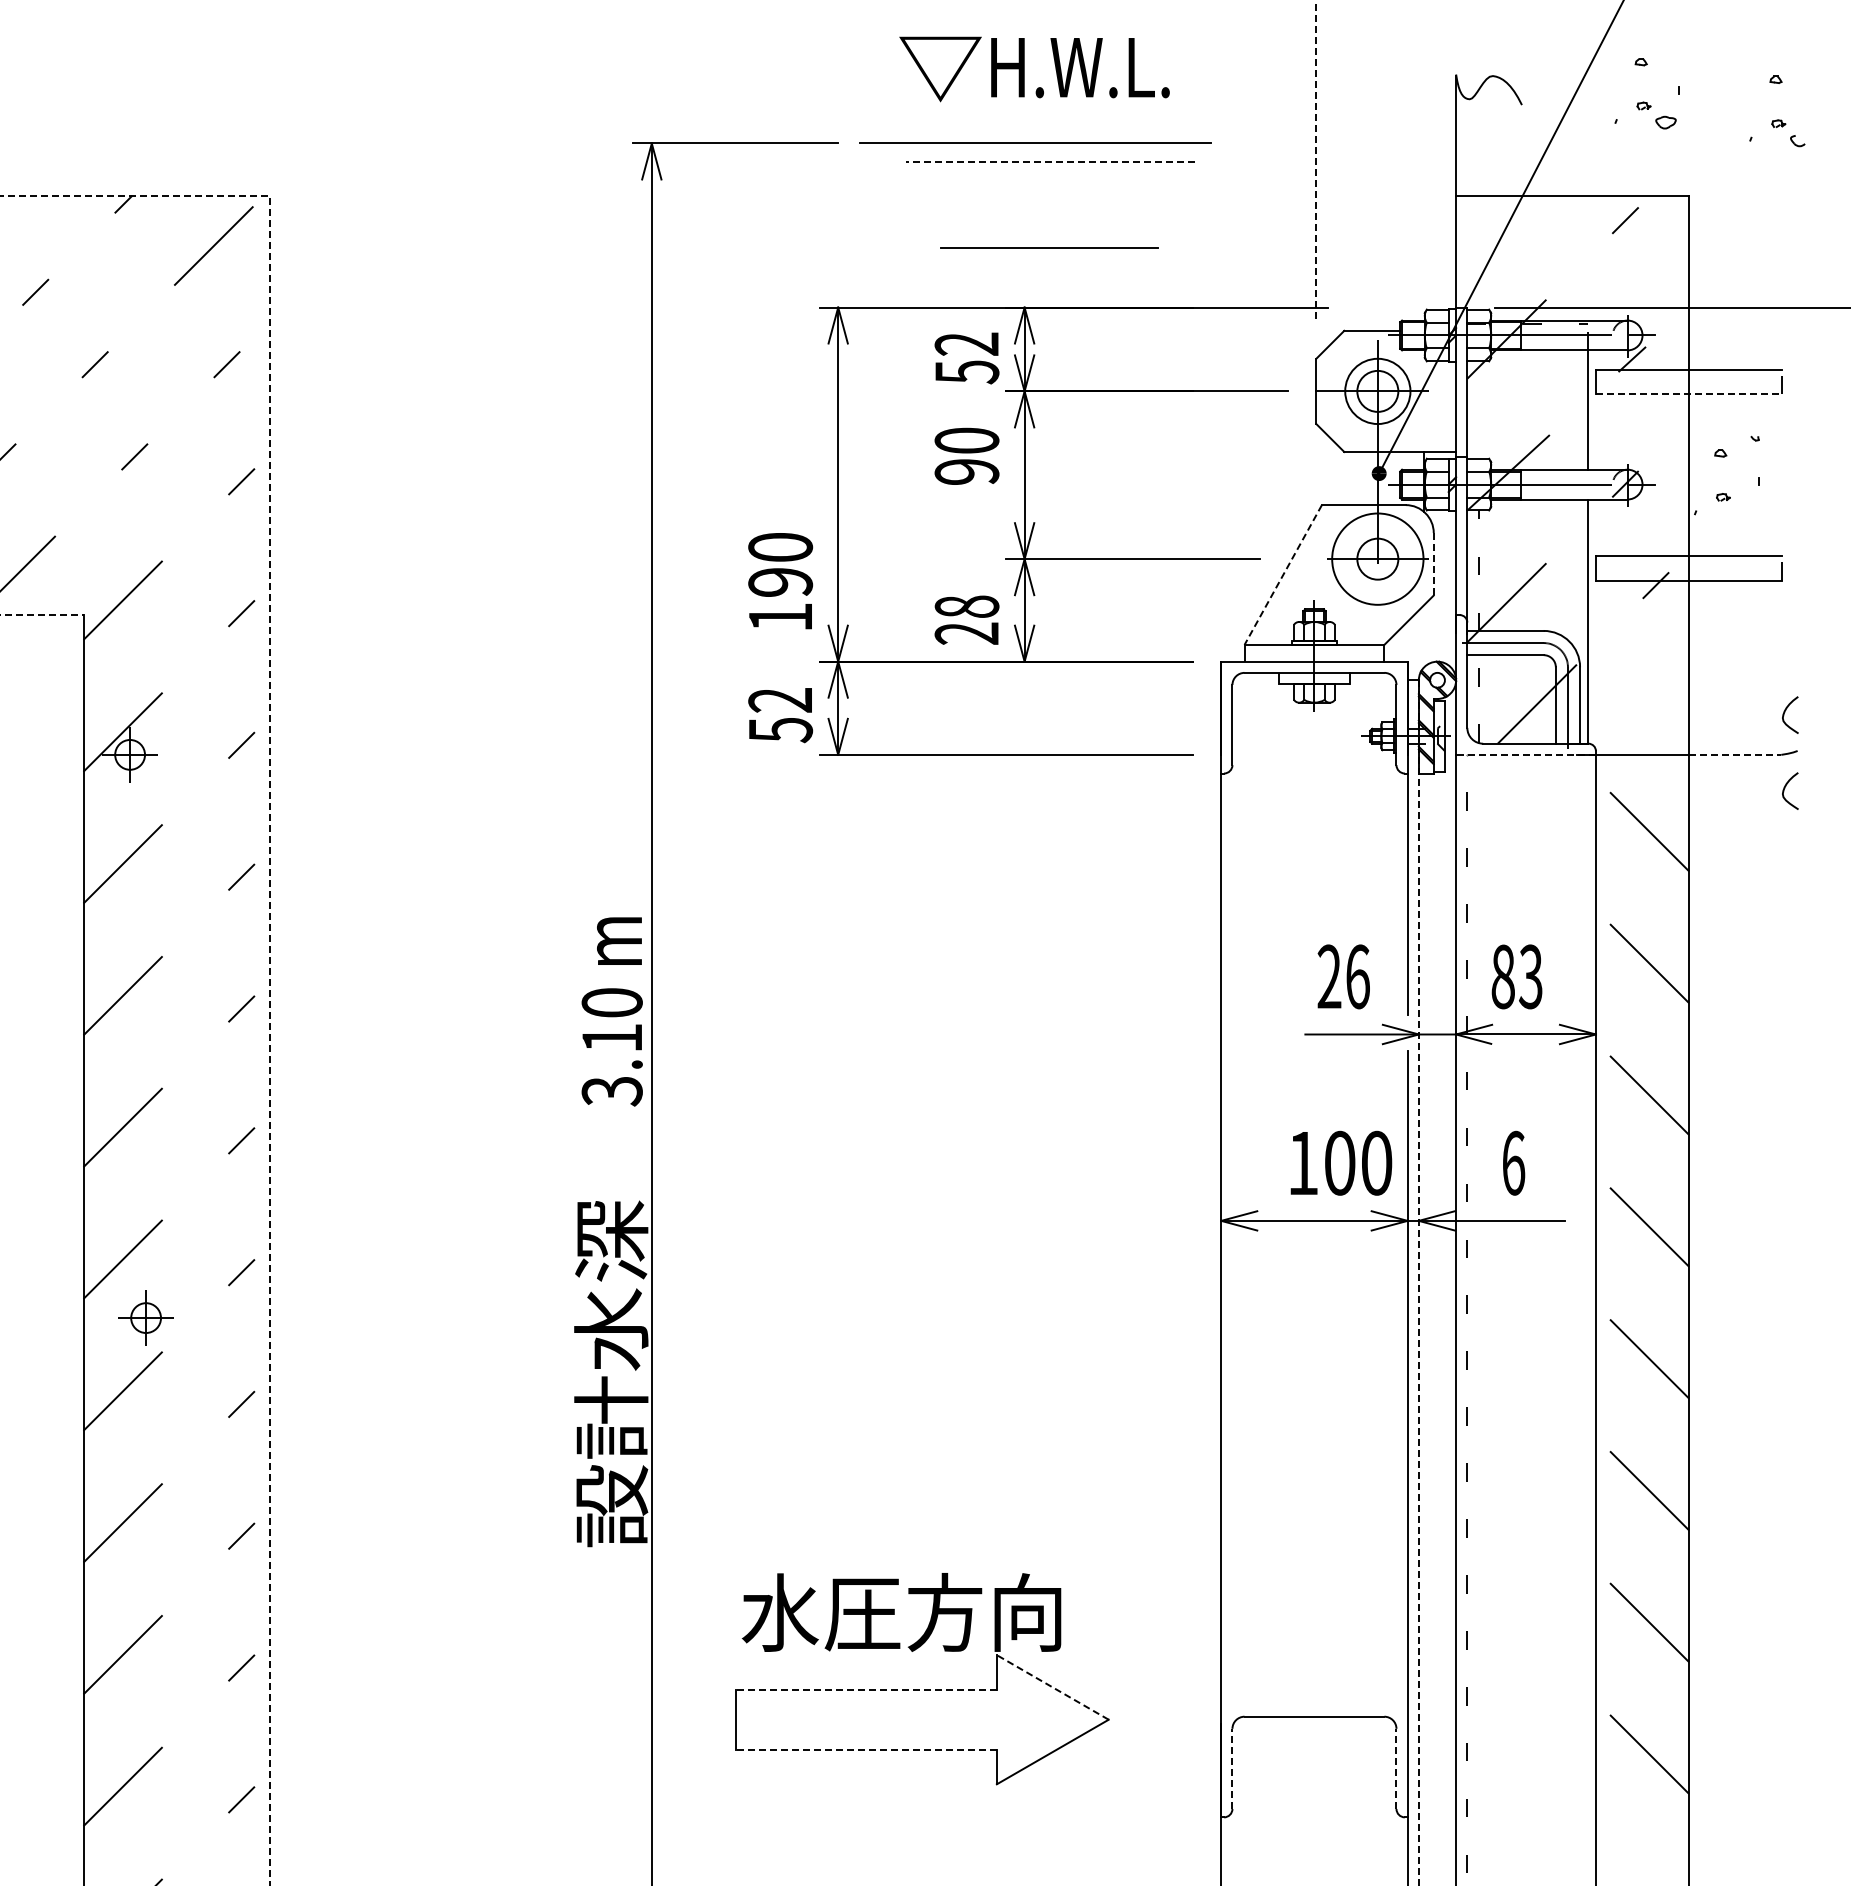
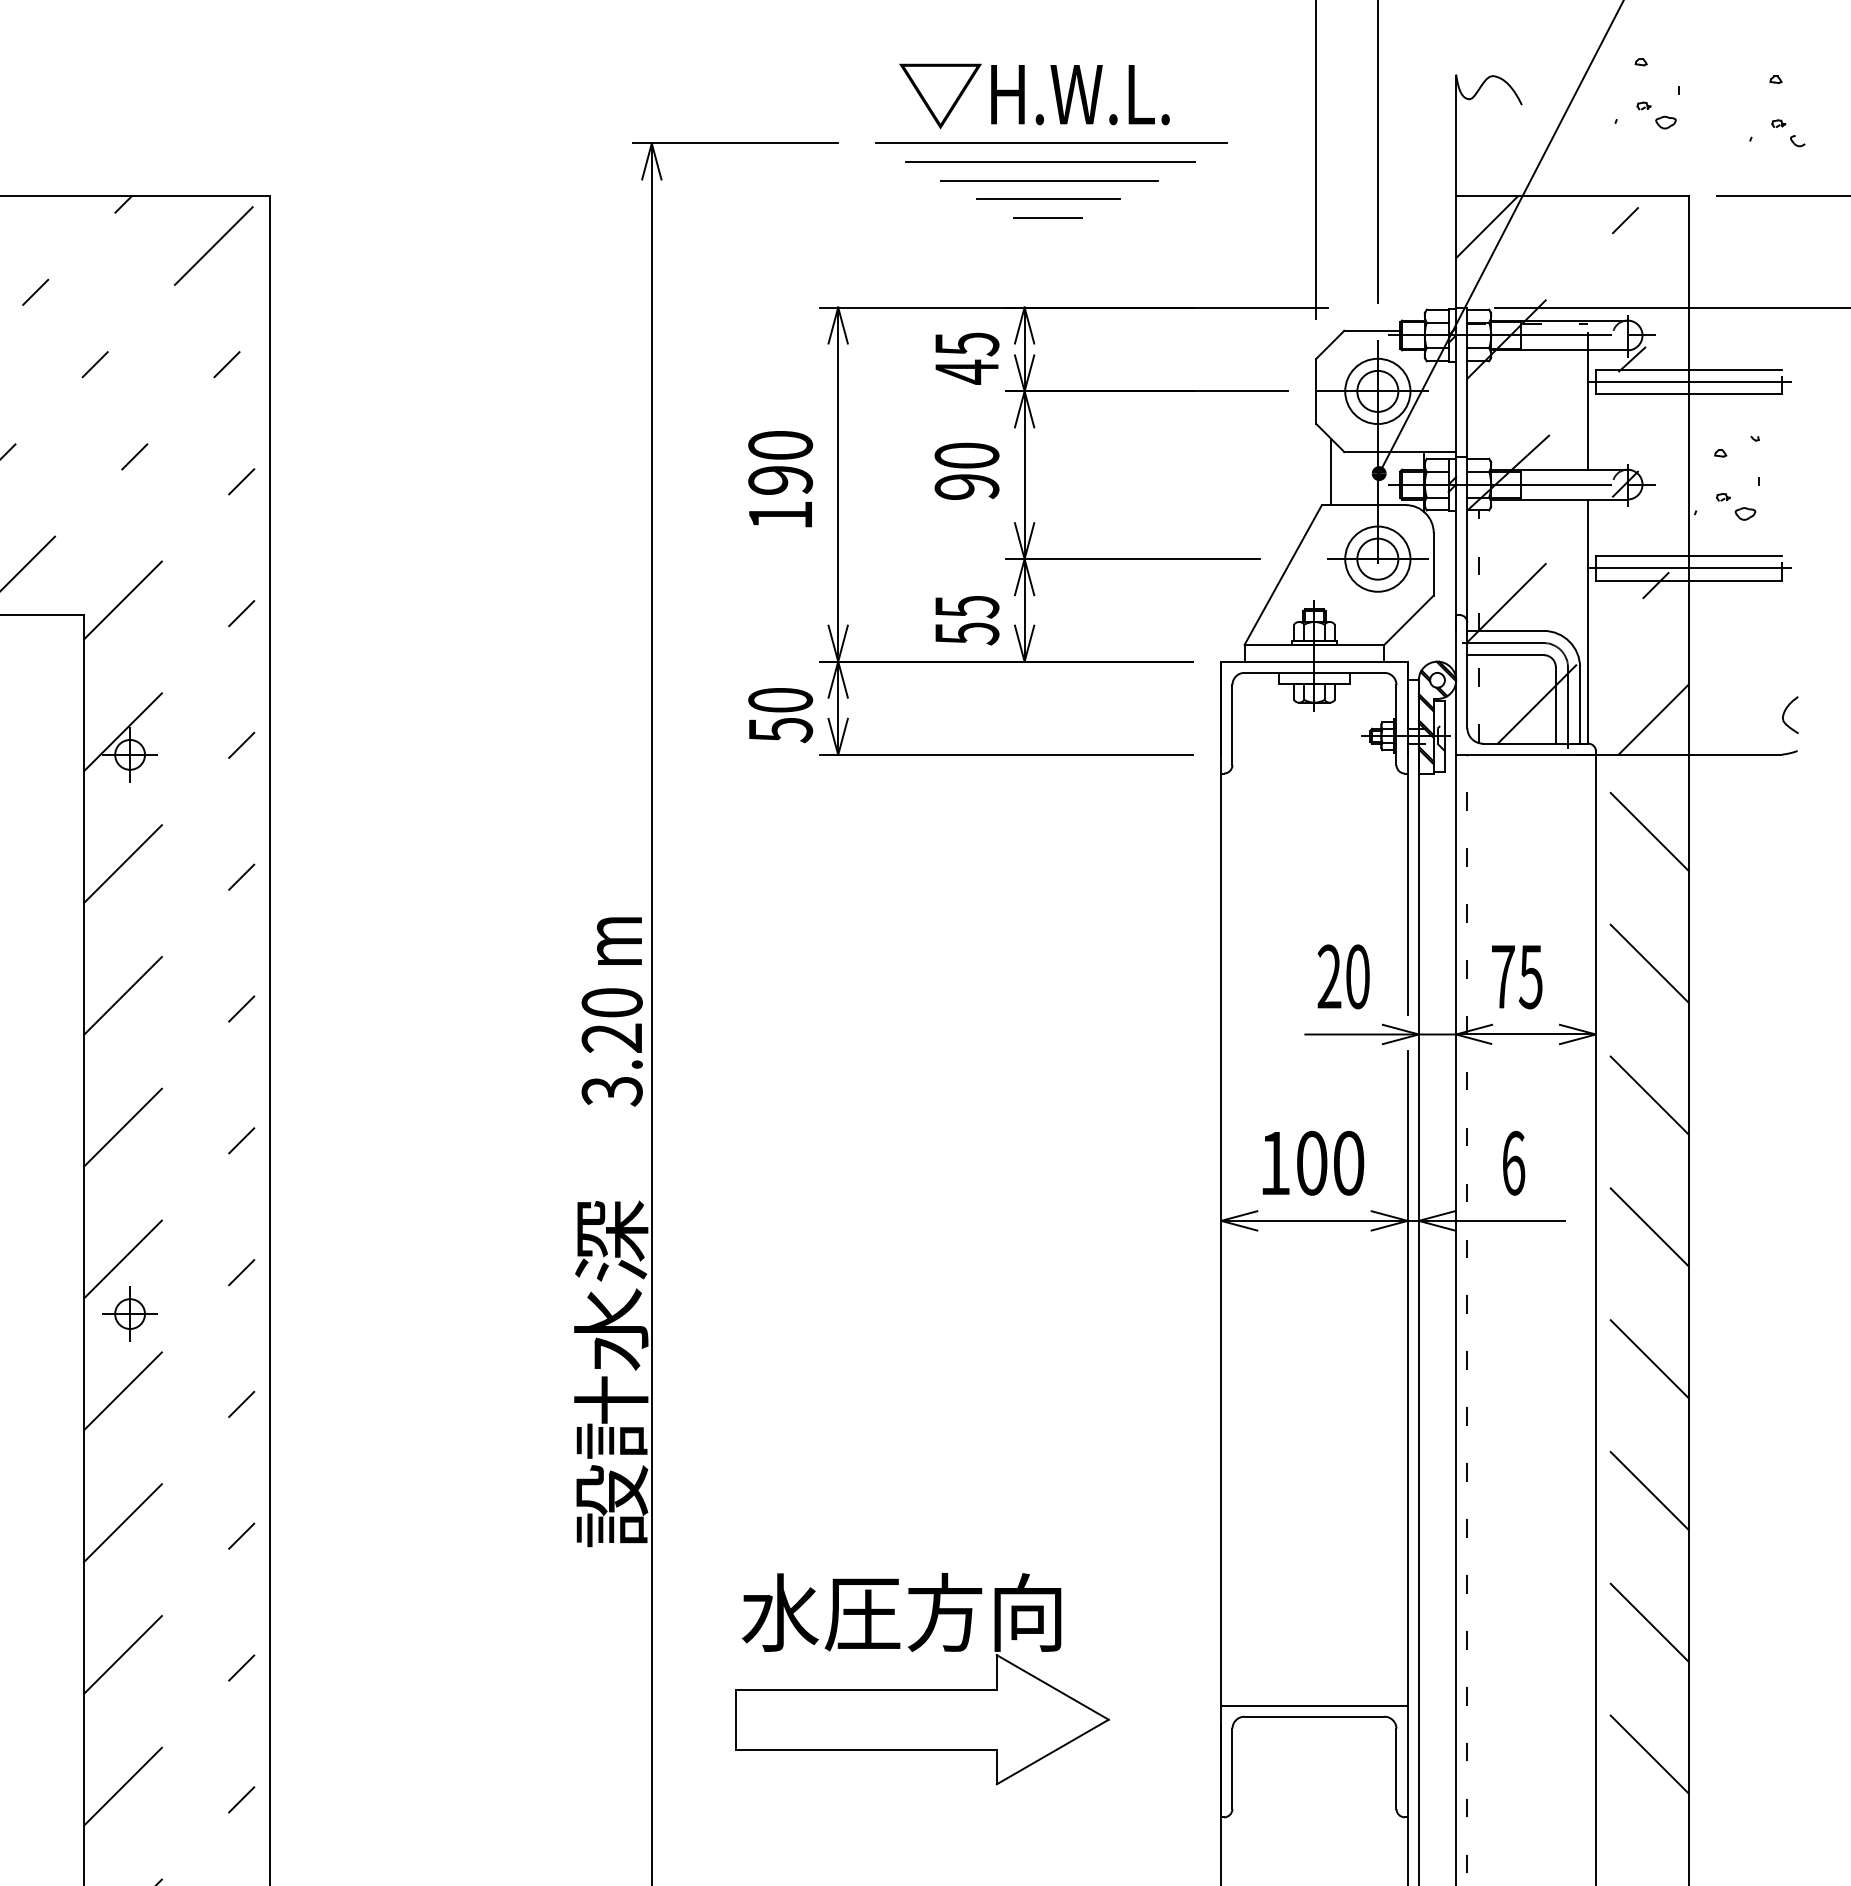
text at (1034, 69) position: (1034, 69) -> (1034, 96)
line at (1035, 142) position: (1035, 142) -> (1051, 142)
line at (1377, 152): none -> present
line at (1316, 159): dashed -> solid
line at (1050, 162): dashed -> solid
line at (1782, 195): none -> present
line at (1048, 199): none -> present
line at (1047, 218): none -> present
line at (1487, 226): none -> present
line at (1049, 247) position: (1049, 247) -> (1049, 180)
text at (966, 358): 52 -> 45
line at (1688, 382): none -> present
line at (1689, 394): dashed -> solid
text at (966, 455) position: (966, 455) -> (966, 470)
line at (1331, 471): none -> present
part at (1745, 513): none -> present
circle at (1377, 558) diameter: 91 px -> 65 px
line at (1433, 564): dashed -> solid
line at (1688, 568): none -> present
line at (1283, 575): dashed -> solid
text at (780, 581) position: (780, 581) -> (780, 479)
line at (42, 615): dashed -> solid
text at (966, 620): 28 -> 55
text at (780, 700): 52 -> 50
line at (1653, 719): none -> present
line at (1526, 754): dashed -> solid
line at (1735, 754): dashed -> solid
curve at (1785, 788): present -> none
line at (269, 905): dashed -> solid
text at (1357, 976): 26 -> 20
text at (1516, 976): 83 -> 75
text at (611, 1037): 3.10 -> 3.20
text at (1341, 1162) position: (1341, 1162) -> (1313, 1162)
line at (1418, 1283): dashed -> solid
part at (145, 1317) position: (145, 1317) -> (129, 1313)
line at (1052, 1687): dashed -> solid
line at (865, 1689): dashed -> solid
line at (1314, 1705): none -> present
line at (865, 1749): dashed -> solid
line at (1232, 1768): dashed -> solid
line at (1396, 1768): dashed -> solid
